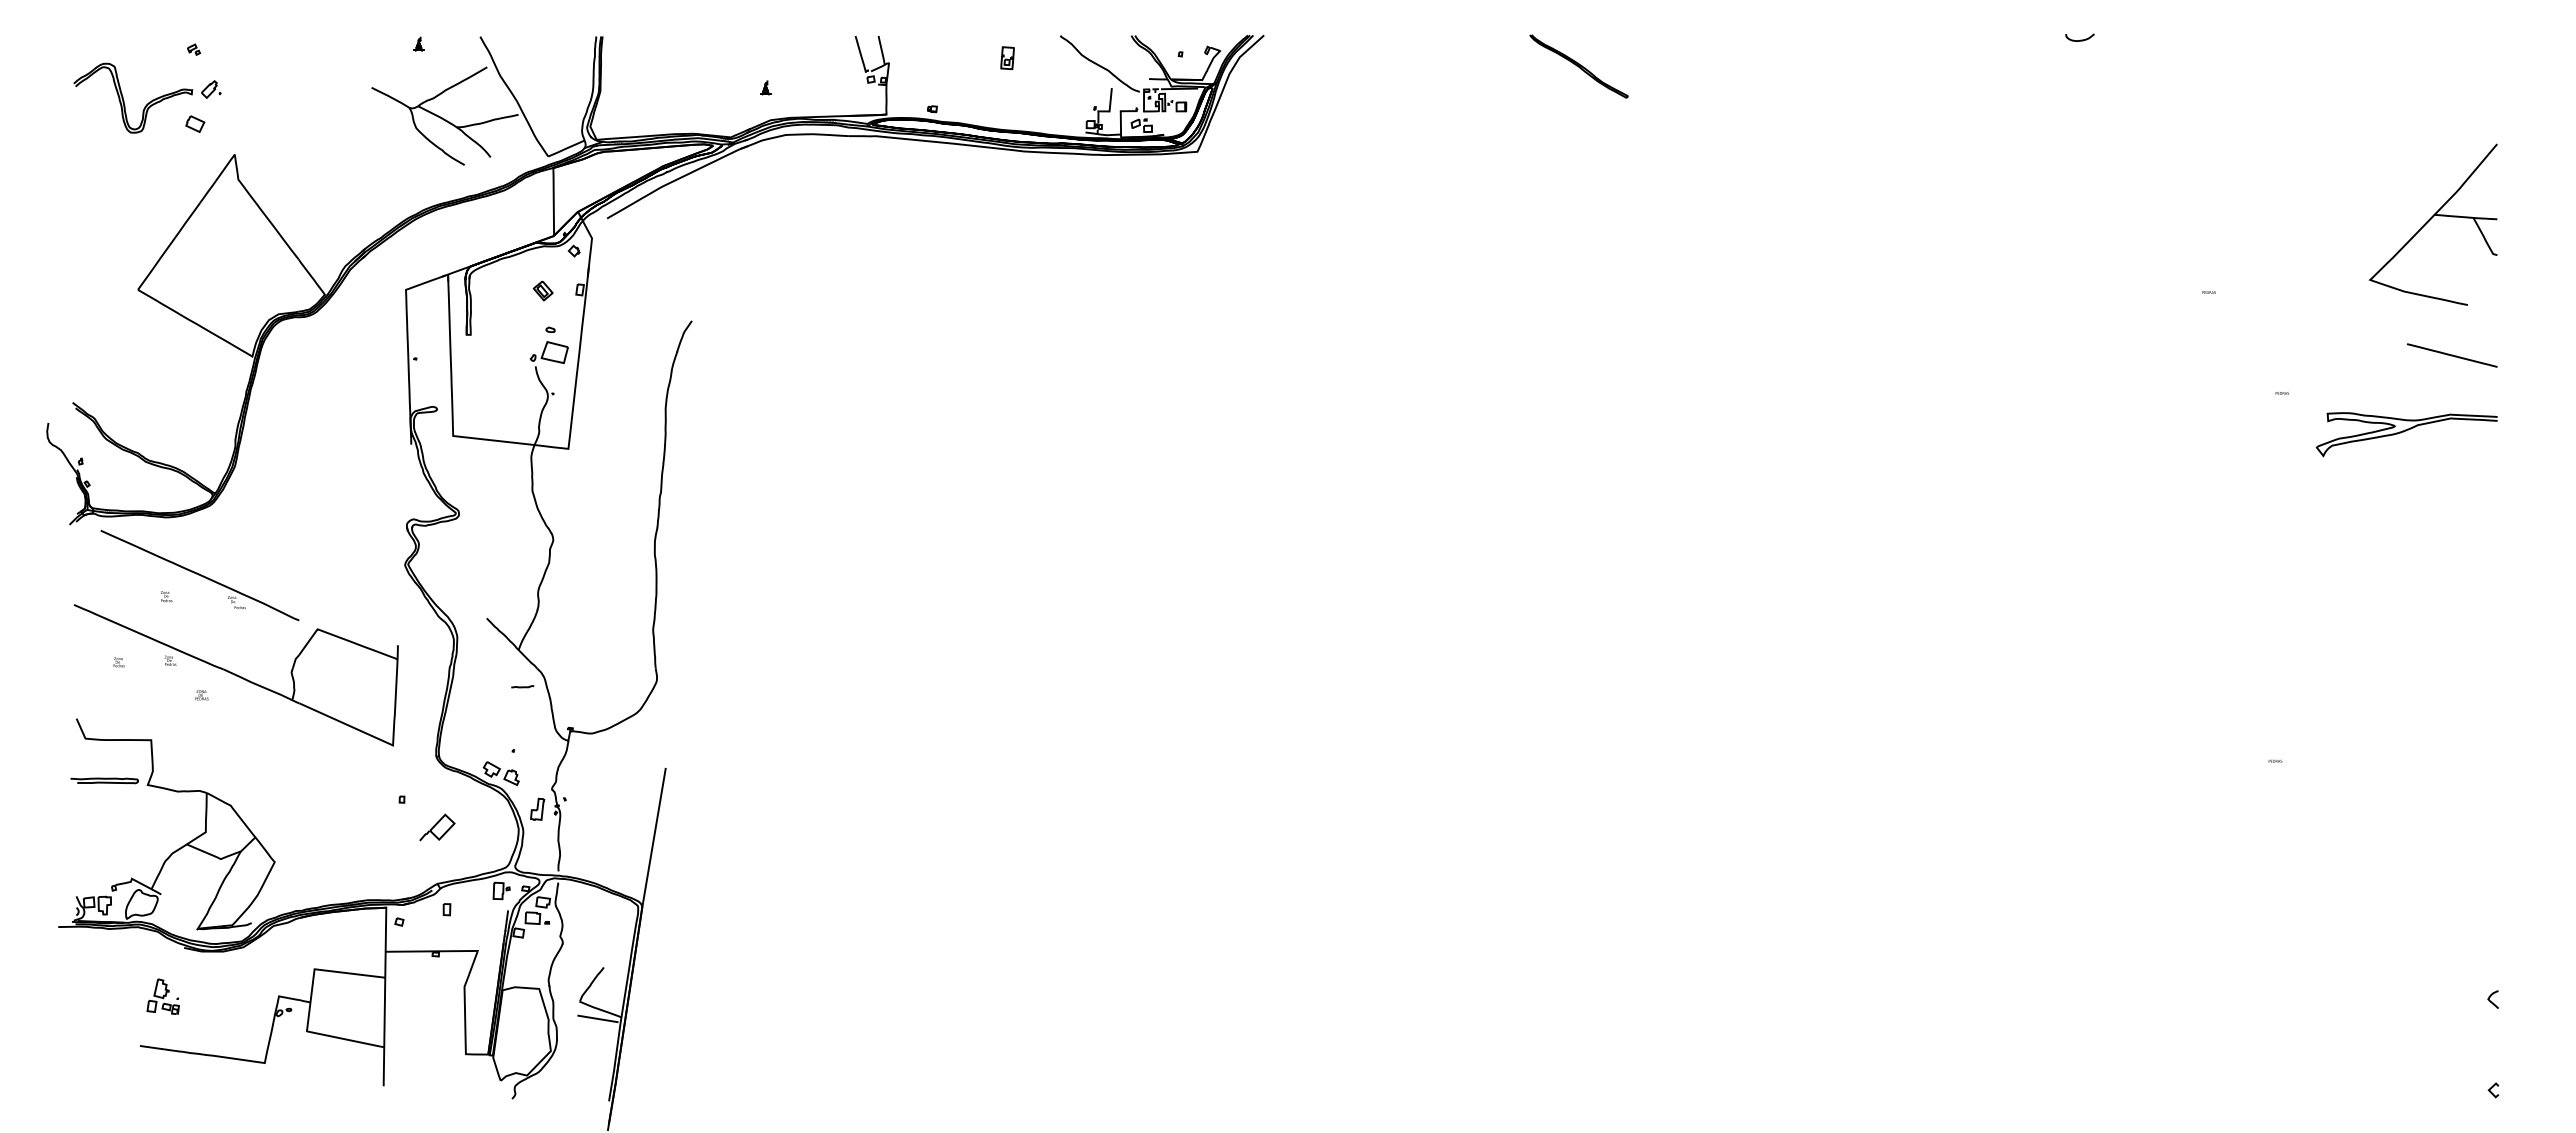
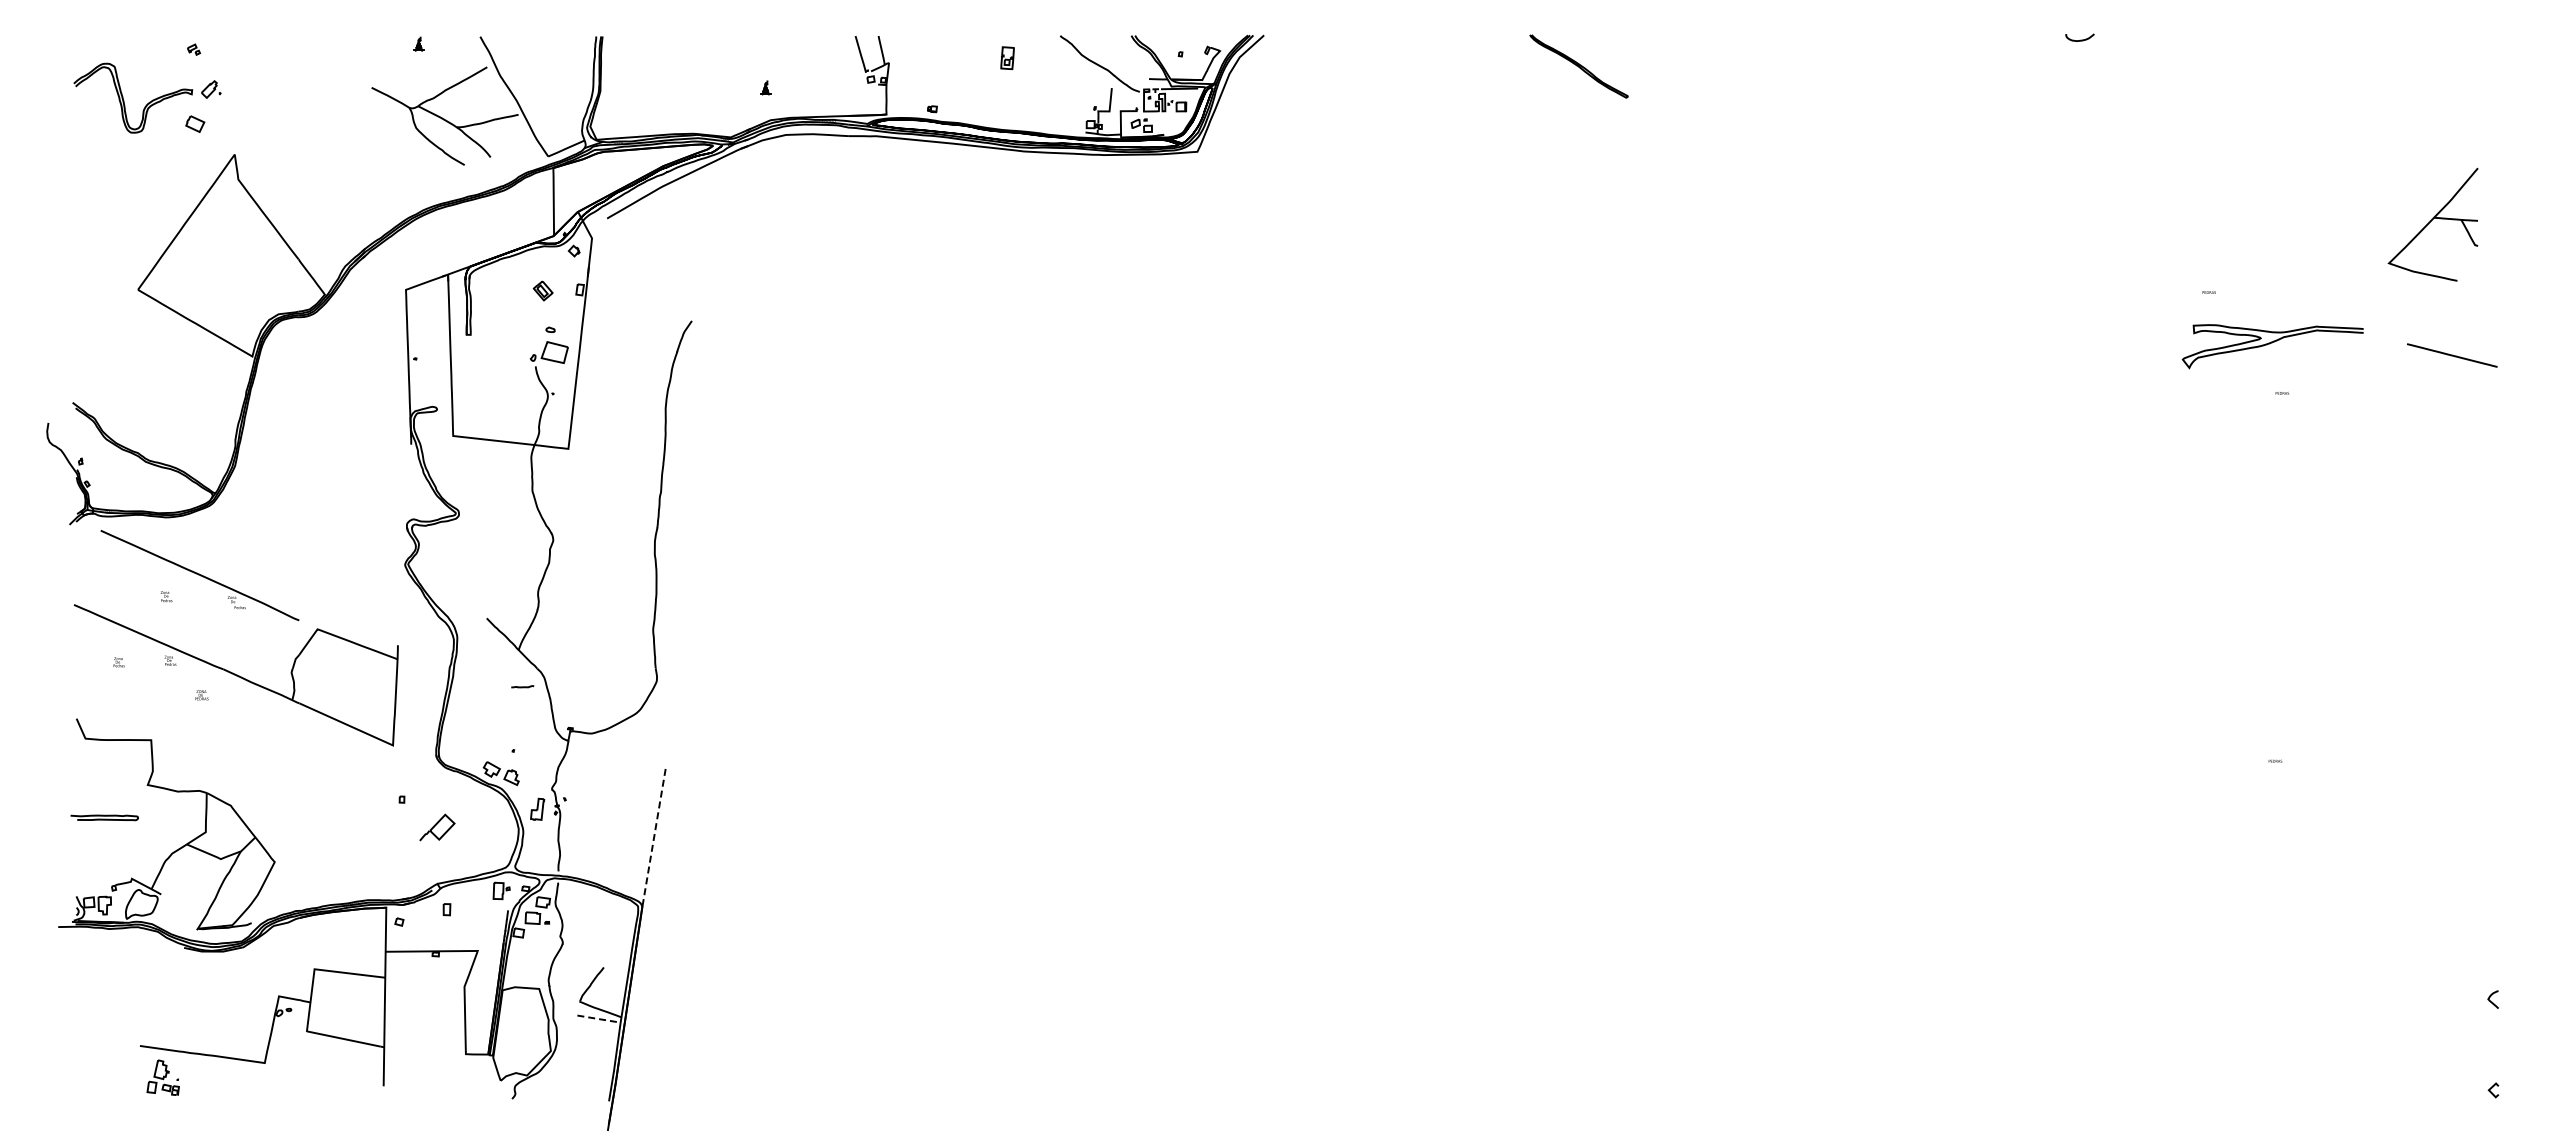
part at (2432, 224) size: 130x163 px -> 92x115 px
curve at (2406, 431) position: (2406, 431) -> (2272, 343)
curve at (104, 779) position: (104, 779) -> (104, 816)
line at (654, 836): solid -> dashed
part at (162, 996) position: (162, 996) -> (162, 1077)
line at (597, 1018): solid -> dashed
